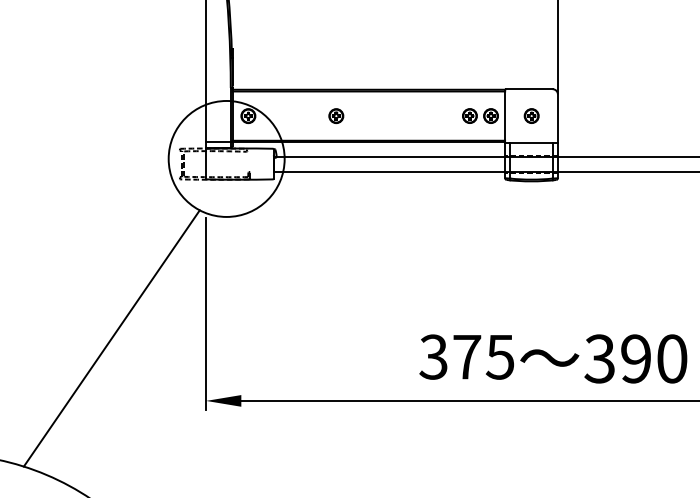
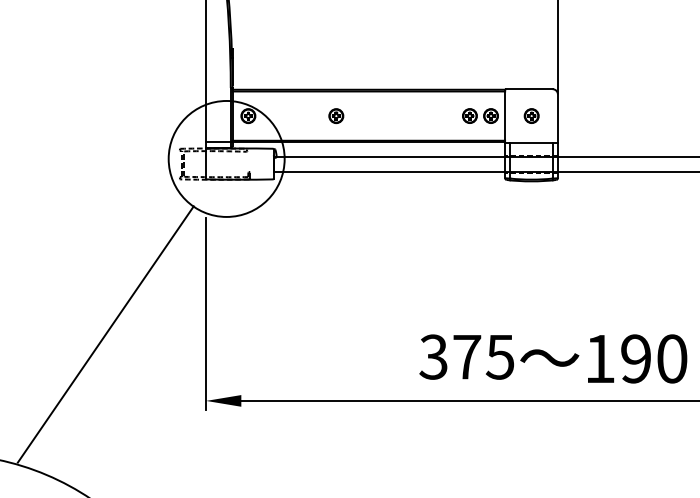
line at (111, 338) position: (111, 338) -> (105, 334)
text at (599, 358): 390 -> 190
